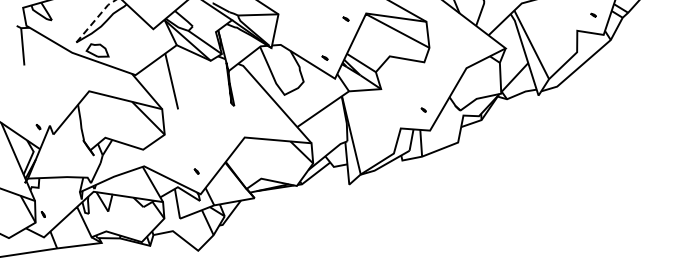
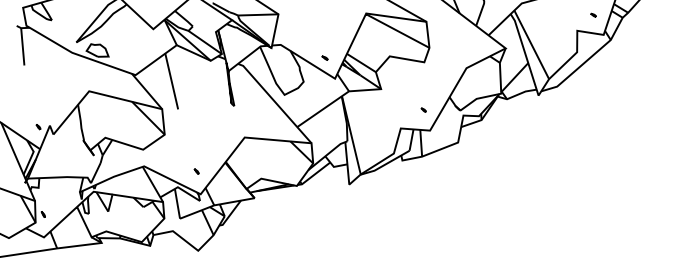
part at (345, 18): present -> none
line at (95, 19): dashed -> solid
